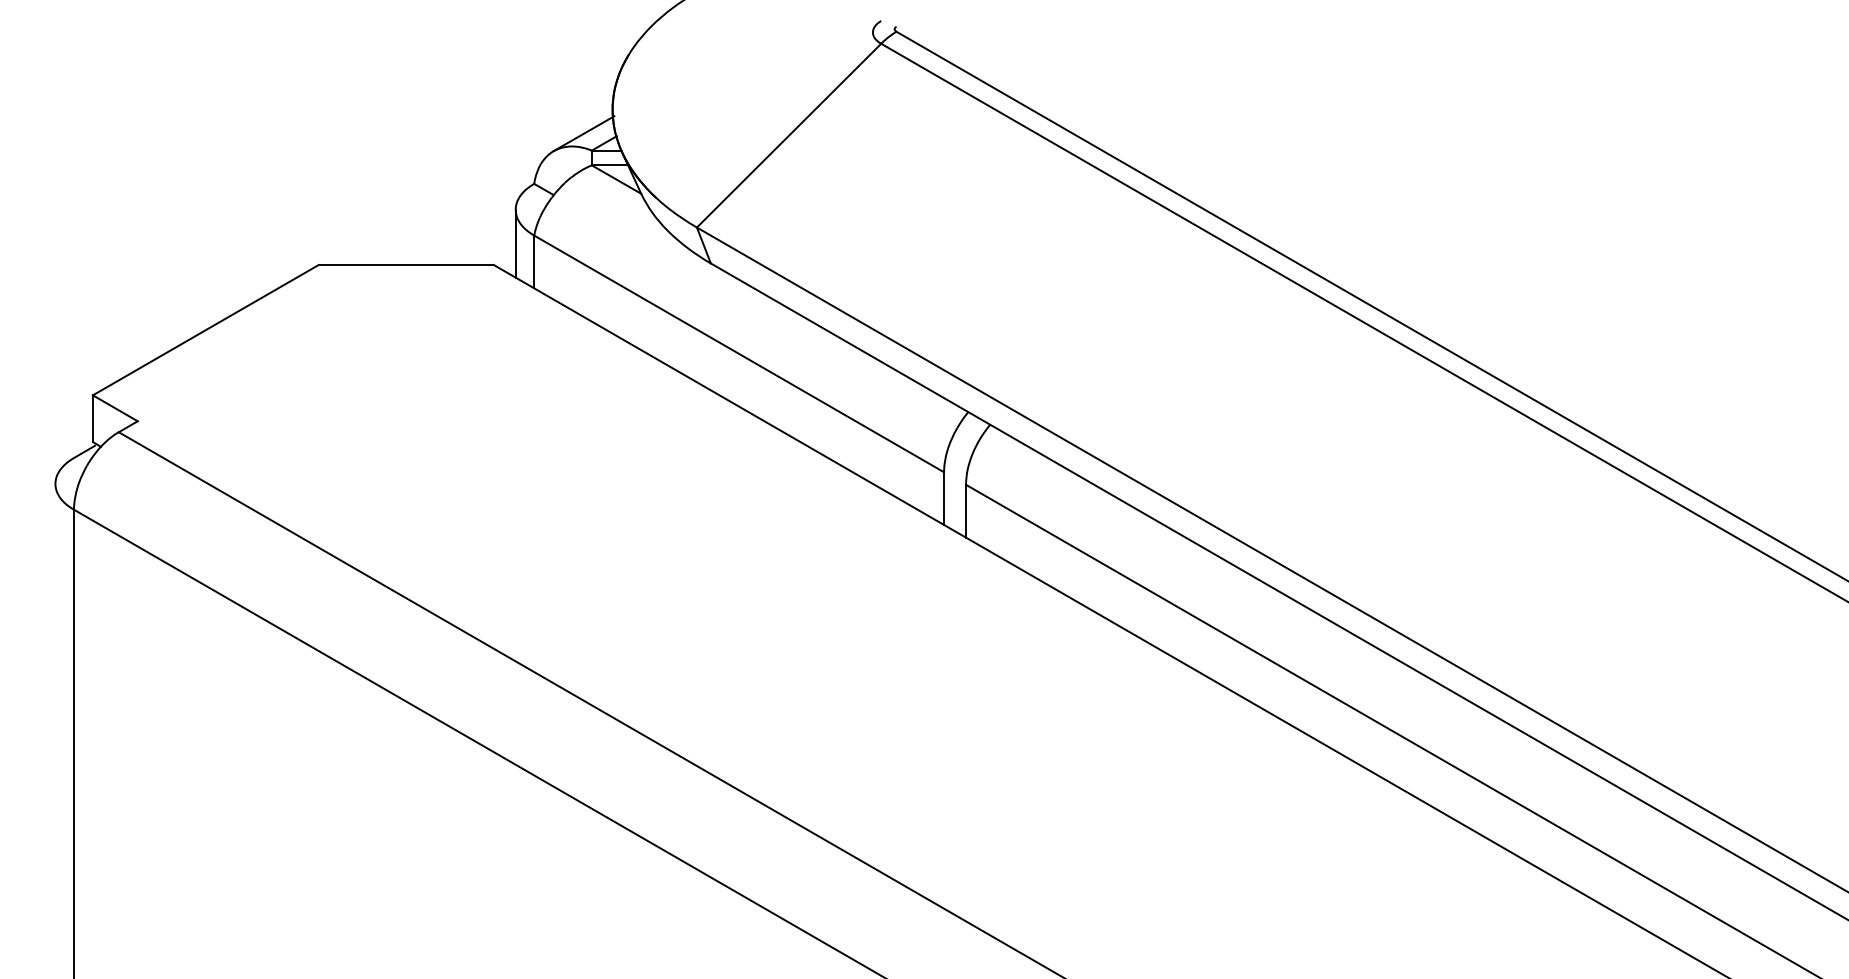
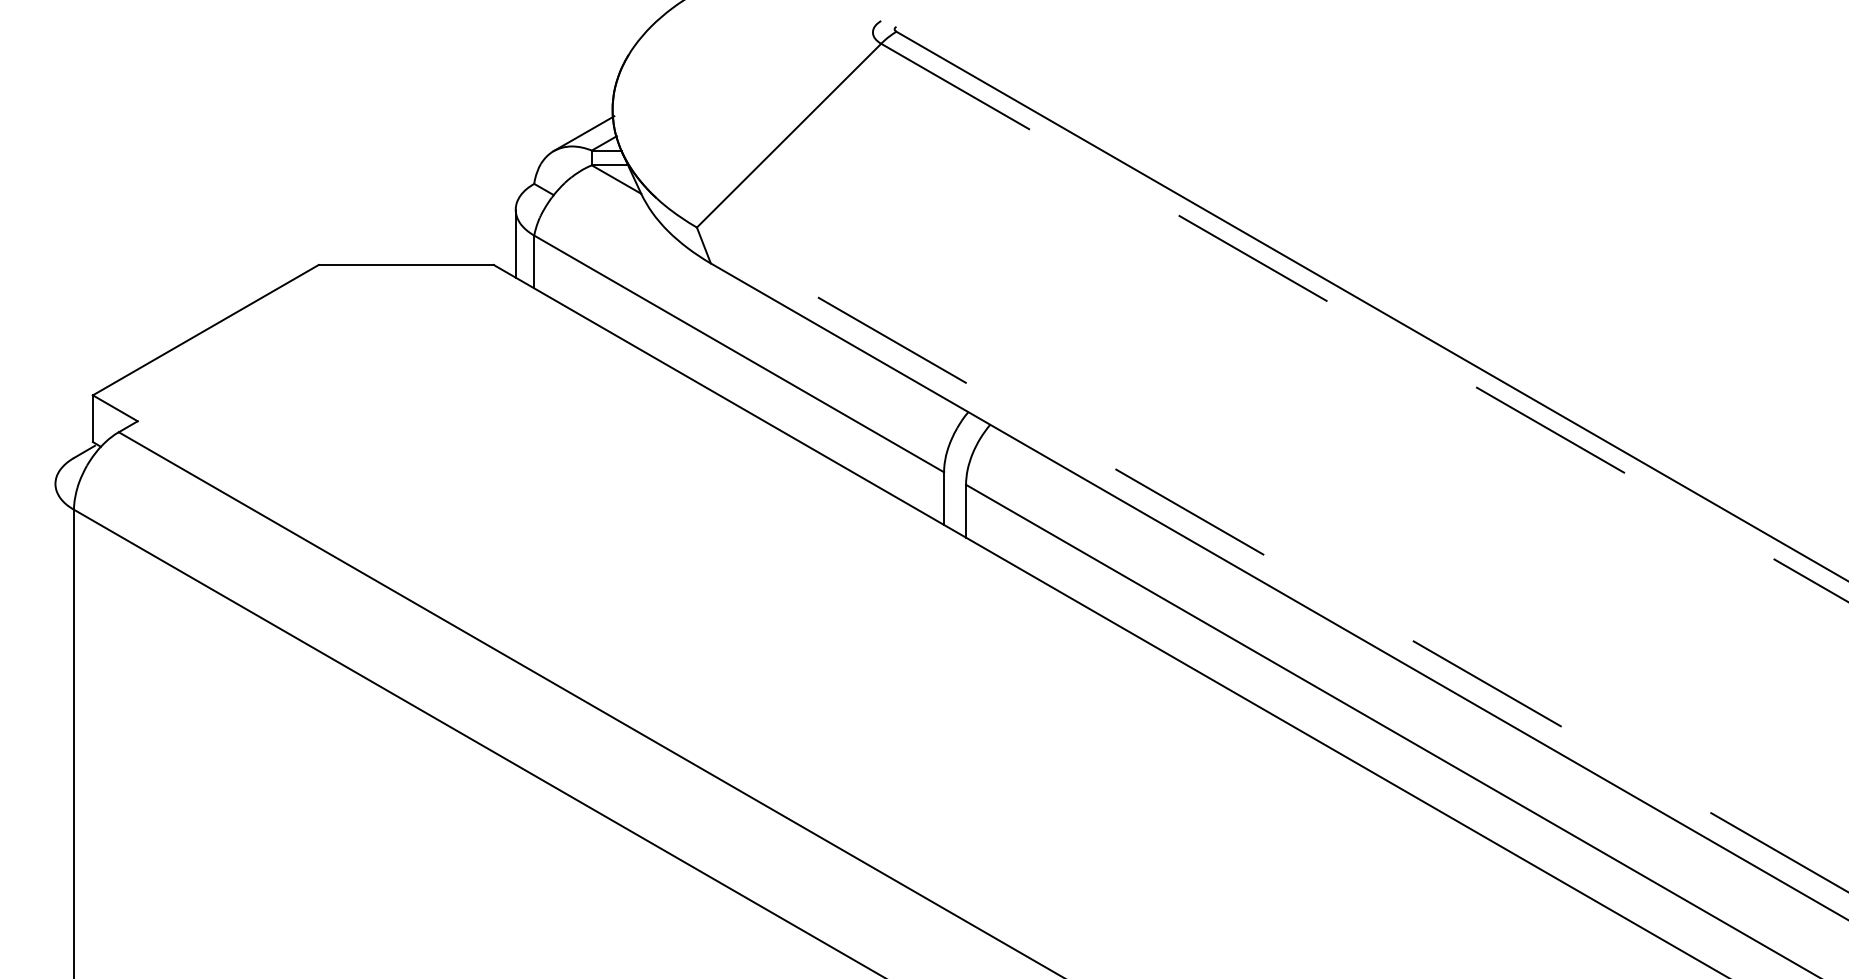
line at (1365, 323): solid -> dashed
line at (1272, 559): solid -> dashed
